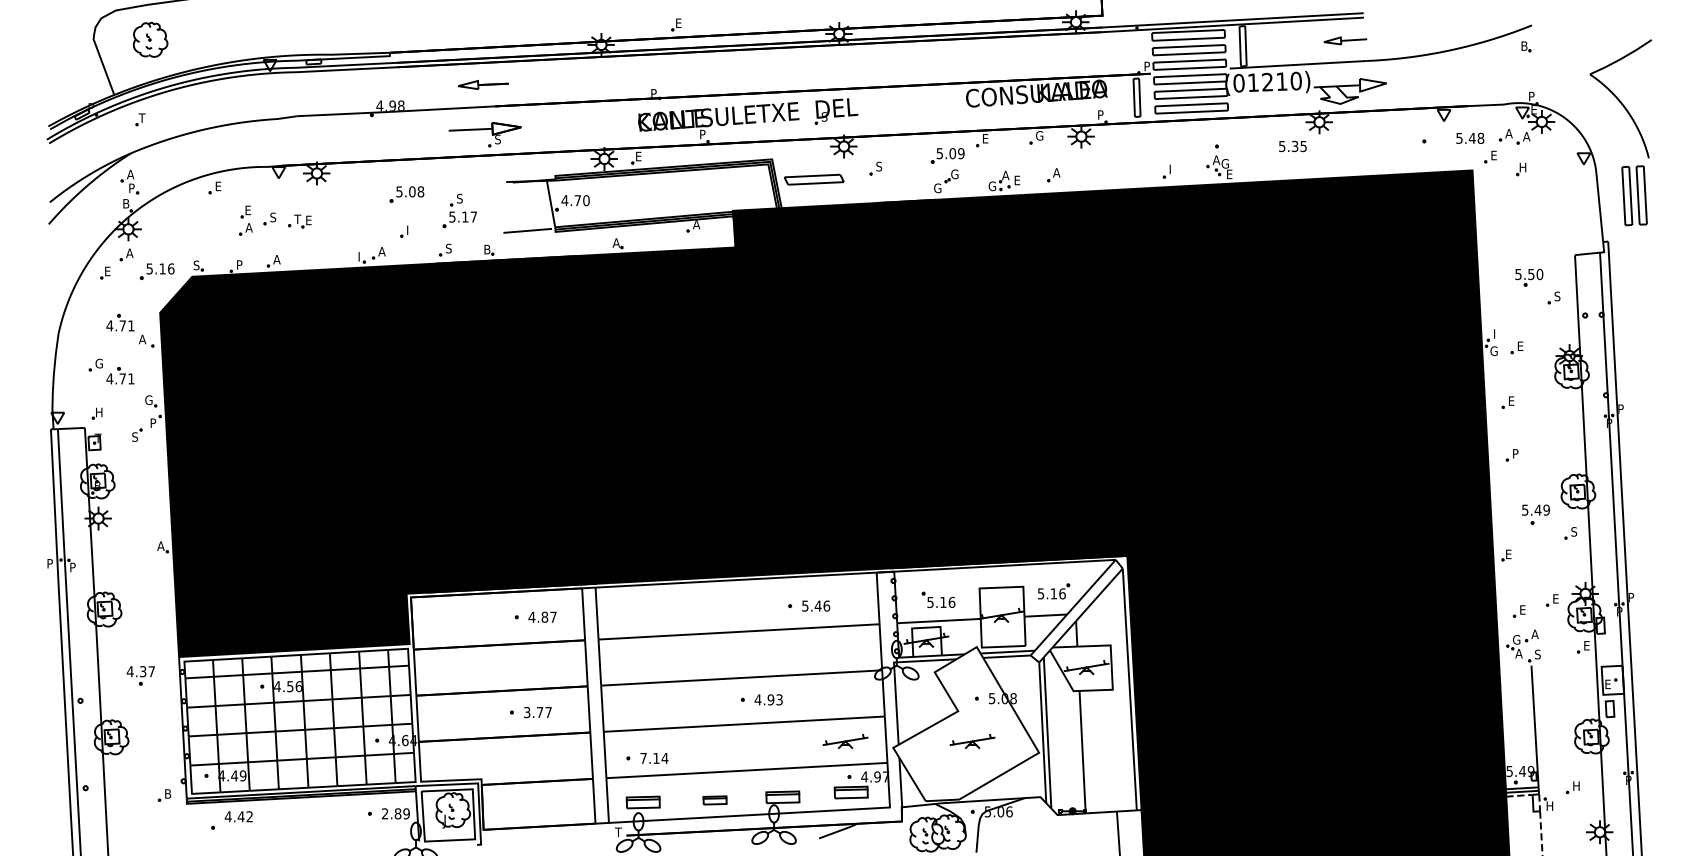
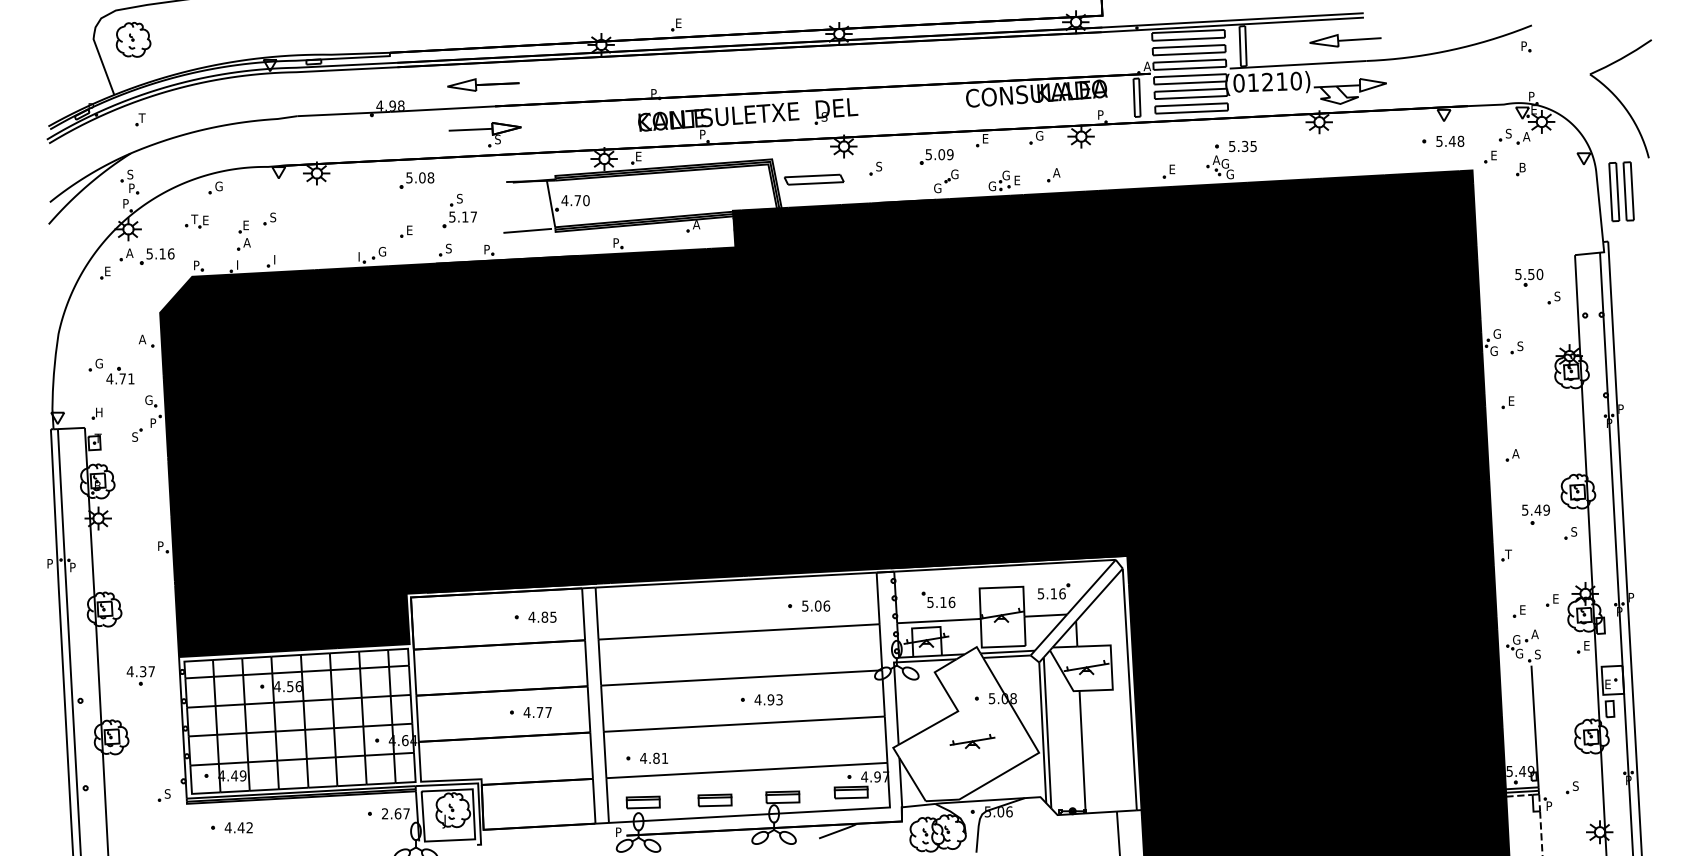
part at (150, 39) position: (150, 39) -> (133, 39)
part at (1345, 40) size: 45x10 px -> 73x14 px
text at (1524, 45): B -> P
text at (1146, 66): P -> A
part at (483, 84) size: 51x11 px -> 73x14 px
text at (1508, 133): A -> S
text at (1470, 137) position: (1470, 137) -> (1450, 140)
text at (1292, 146) position: (1292, 146) -> (1242, 146)
part at (947, 155) position: (947, 155) -> (936, 156)
text at (1523, 167): H -> B
text at (1172, 169): I -> E
text at (130, 174): A -> S
text at (1229, 174): E -> G
text at (1005, 175): A -> G
text at (218, 186): E -> G
part at (406, 194) position: (406, 194) -> (416, 180)
part at (1634, 195) position: (1634, 195) -> (1621, 191)
text at (126, 203): B -> P
part at (245, 220) position: (245, 220) -> (243, 235)
part at (299, 221) position: (299, 221) -> (196, 221)
text at (410, 230): I -> E
text at (615, 242): A -> P
text at (487, 249): B -> P
text at (382, 251): A -> G
text at (276, 259): A -> I
text at (240, 262): P -> I
text at (196, 265): S -> P
part at (156, 271) position: (156, 271) -> (156, 256)
part at (120, 322): present -> none
text at (1496, 333): I -> G
text at (1520, 346): E -> S
text at (1515, 453): P -> A
text at (160, 545): A -> P
text at (1508, 554): E -> T
text at (817, 605): 5.46 -> 5.06
text at (553, 616): 4.87 -> 4.85
text at (1519, 653): A -> G
text at (526, 712): 3.77 -> 4.77
part at (845, 741): present -> none
text at (654, 757): 7.14 -> 4.81
text at (1576, 785): H -> S
text at (167, 793): B -> S
part at (714, 800) size: 26x11 px -> 36x15 px
text at (1550, 805): H -> P
text at (401, 813): 2.89 -> 2.67
text at (238, 816) position: (238, 816) -> (238, 827)
text at (618, 831): T -> P
